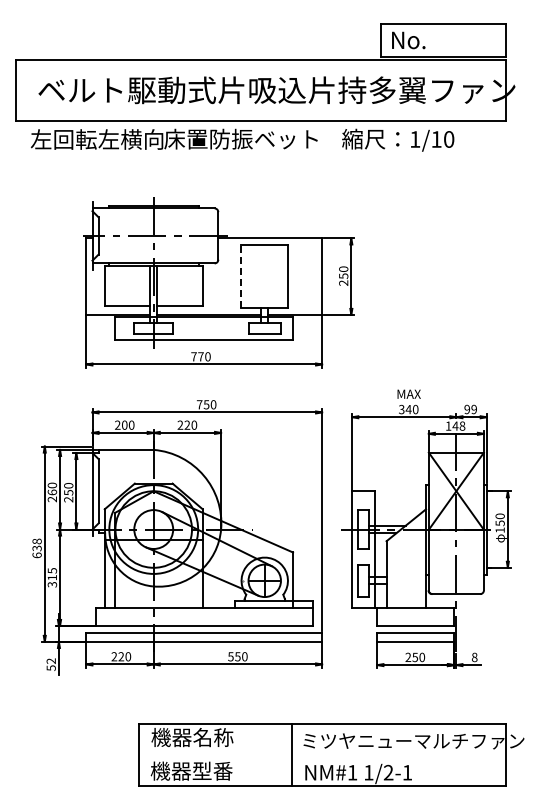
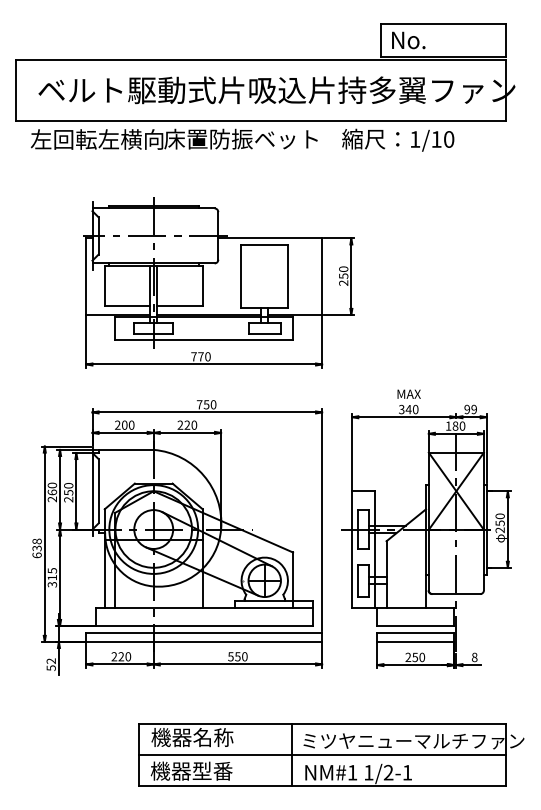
line at (241, 275): dashed -> solid
text at (458, 425): 148 -> 180
text at (499, 530): 150 -> 250
line at (322, 755): none -> present
